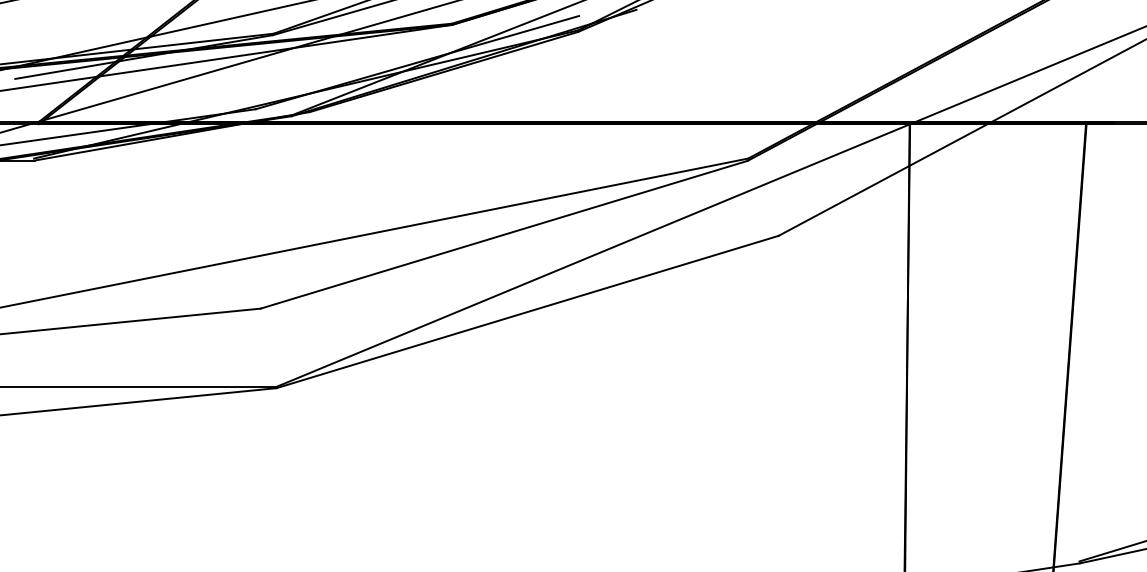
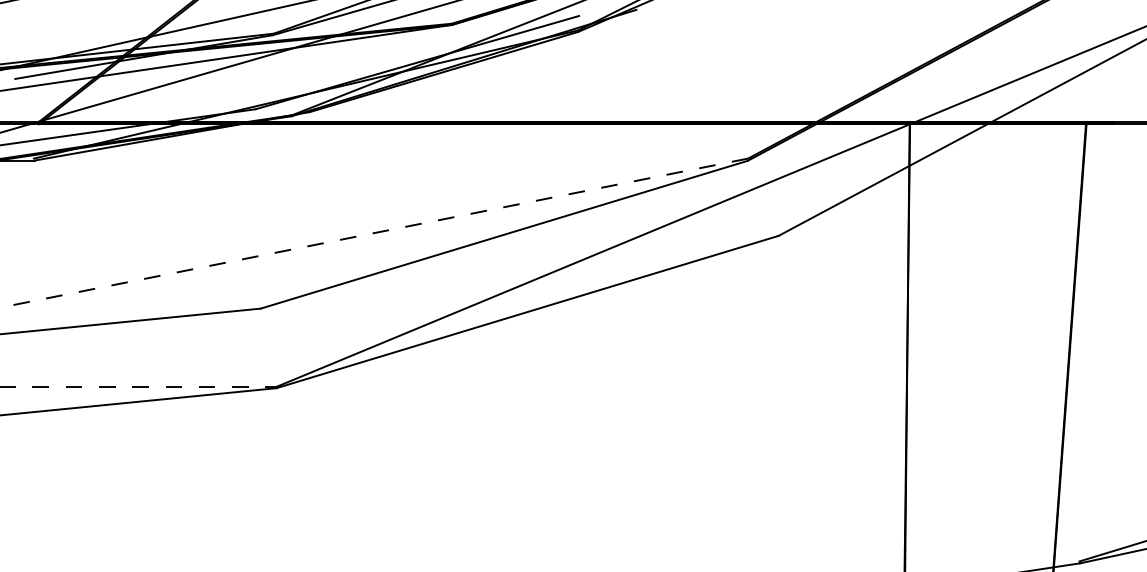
line at (373, 233): solid -> dashed
line at (139, 386): solid -> dashed
